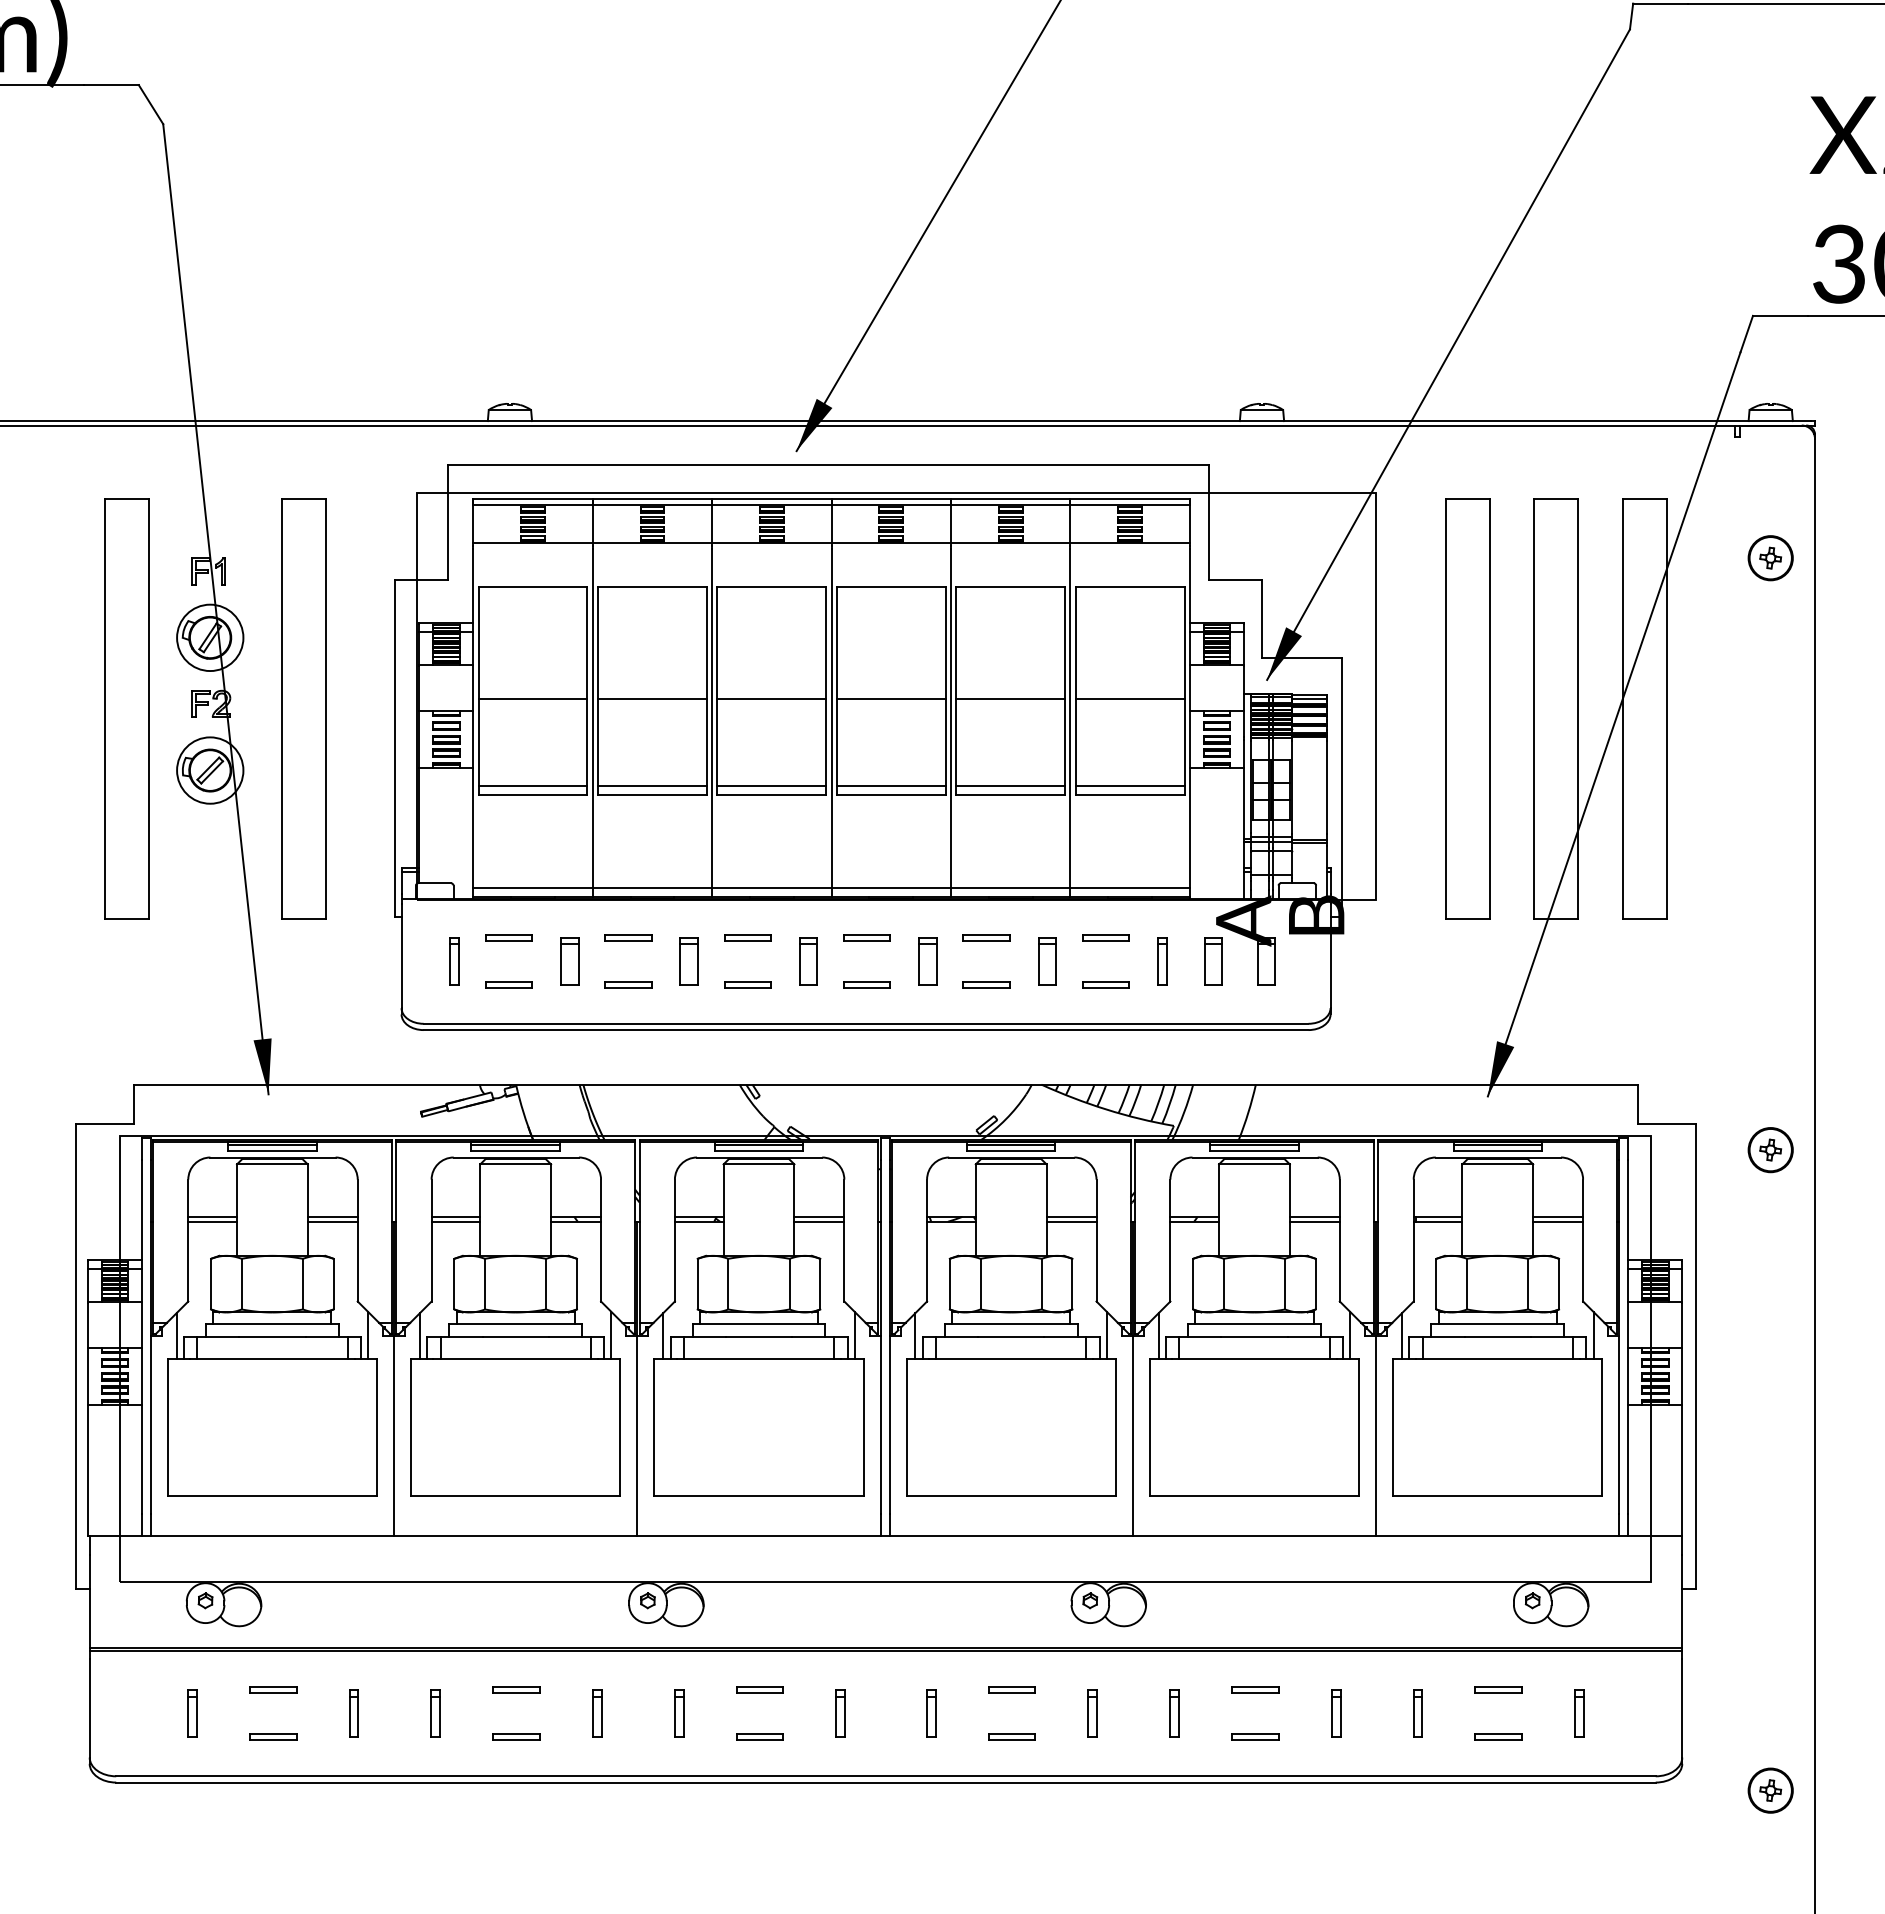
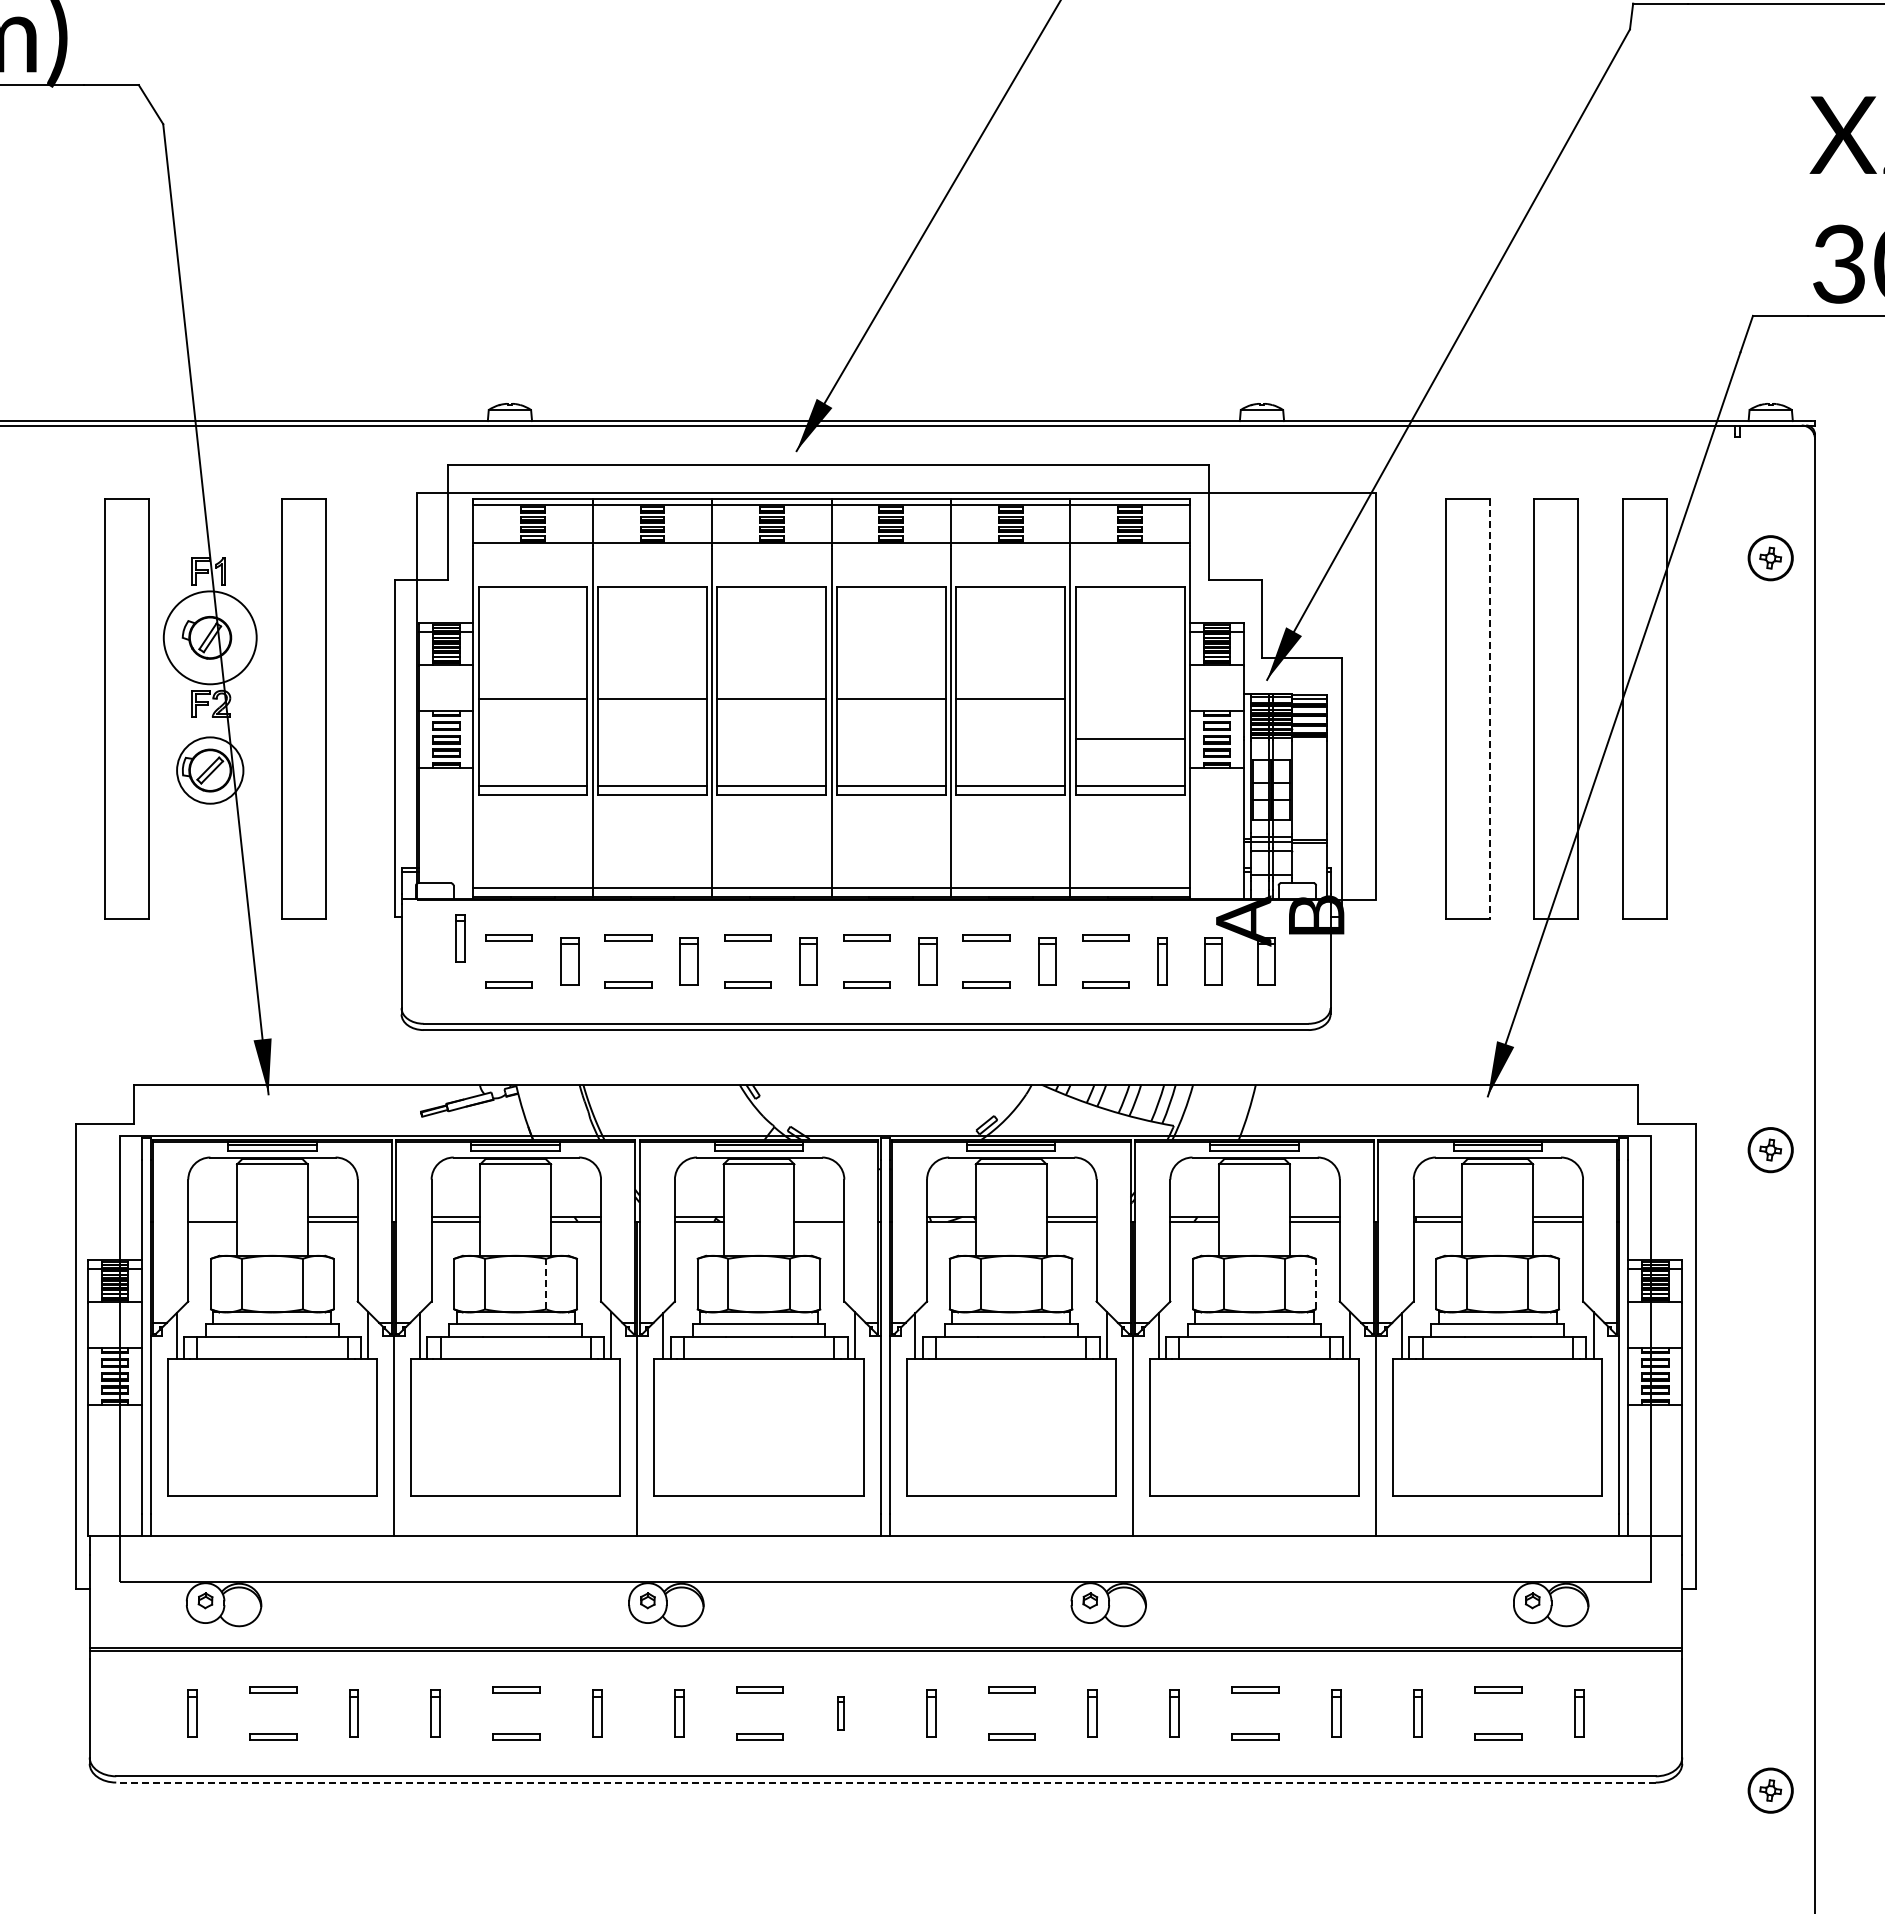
circle at (210, 637) diameter: 66 px -> 93 px
line at (1129, 699) position: (1129, 699) -> (1129, 739)
line at (1489, 709): solid -> dashed
part at (454, 961) position: (454, 961) -> (460, 938)
line at (212, 1216): present -> none
line at (819, 1216): present -> none
line at (546, 1283): solid -> dashed
line at (1315, 1283): solid -> dashed
part at (840, 1713) size: 11x49 px -> 8x35 px
line at (885, 1782): solid -> dashed
